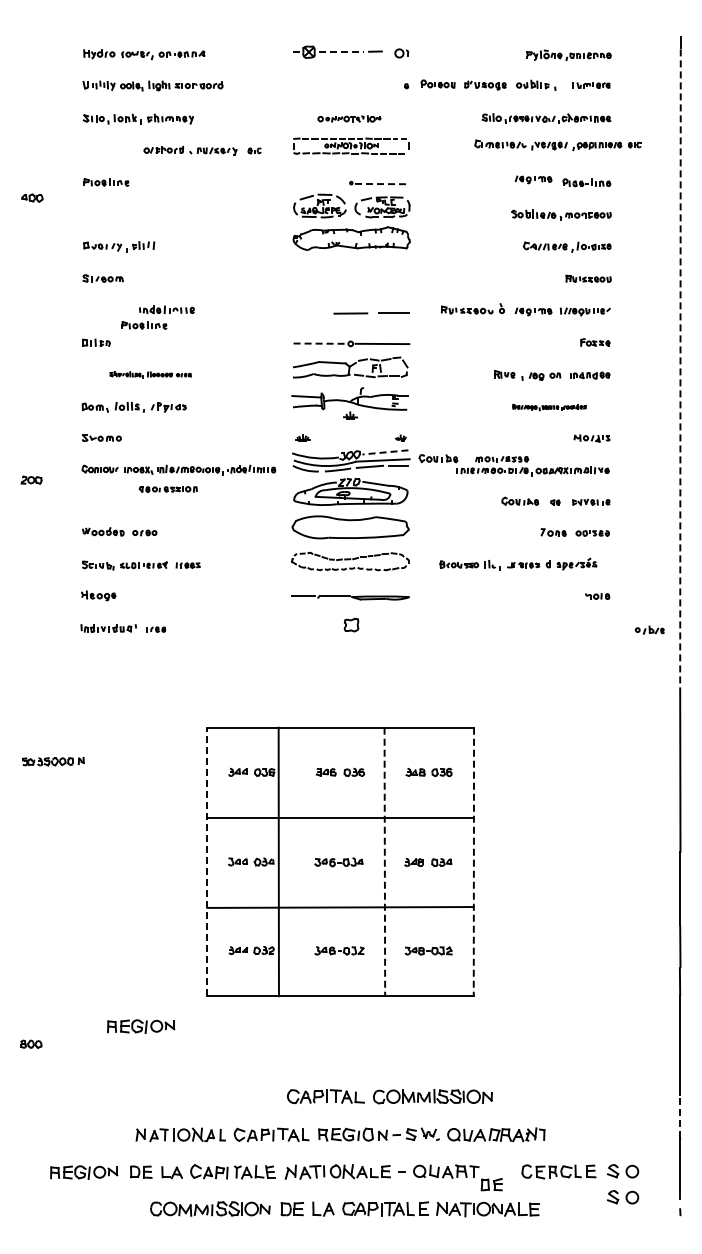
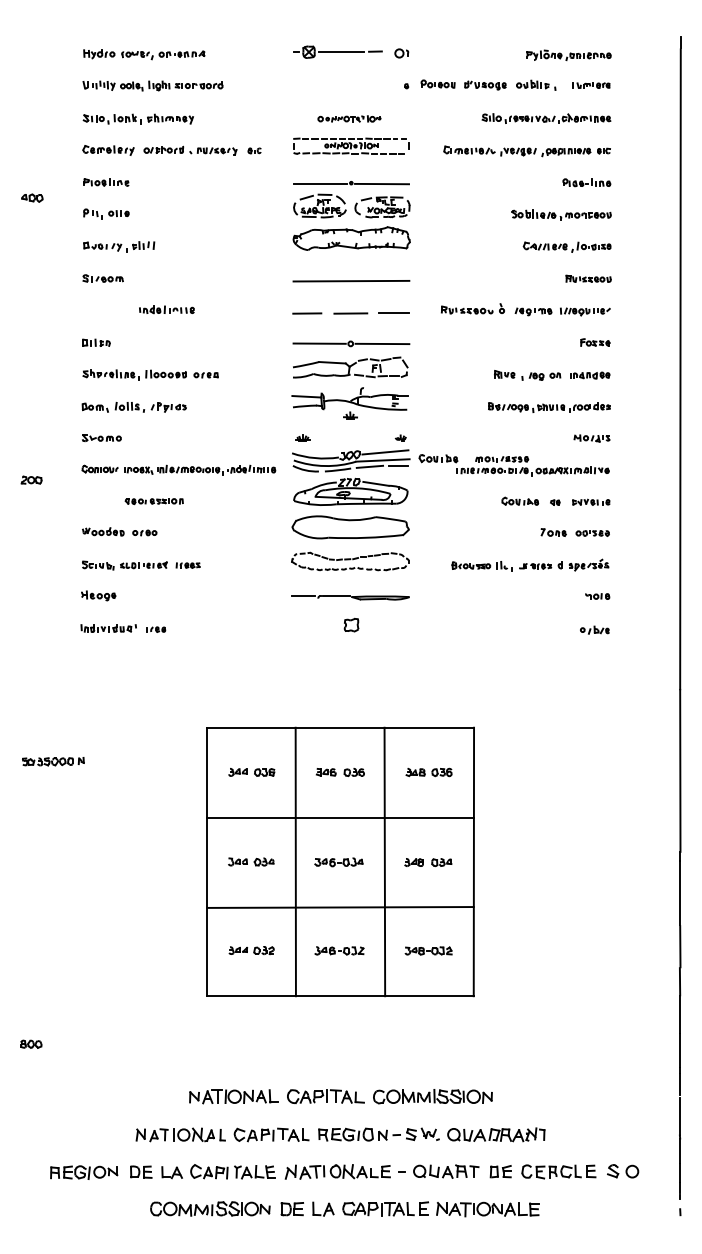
line at (341, 51): dashed -> solid
part at (557, 145) position: (557, 145) -> (526, 151)
part at (108, 150): none -> present
part at (533, 179): present -> none
line at (320, 183): none -> present
line at (382, 184): dashed -> solid
part at (106, 213): none -> present
line at (351, 280): none -> present
line at (307, 313): none -> present
part at (144, 325): present -> none
line at (320, 343): dashed -> solid
line at (680, 369): dashed -> solid
part at (150, 374) size: 83x8 px -> 137x12 px
part at (549, 407) size: 75x9 px -> 123x11 px
line at (384, 452): dashed -> solid
part at (167, 489) position: (167, 489) -> (153, 501)
part at (518, 563) position: (518, 563) -> (530, 564)
part at (649, 629) position: (649, 629) -> (594, 629)
line at (207, 861): dashed -> solid
line at (278, 861) position: (278, 861) -> (295, 861)
line at (384, 862): dashed -> solid
line at (473, 862): dashed -> solid
part at (141, 1026): present -> none
part at (233, 1096): none -> present
line at (680, 1116): dashed -> solid
part at (491, 1184) position: (491, 1184) -> (500, 1171)
part at (623, 1197): present -> none
